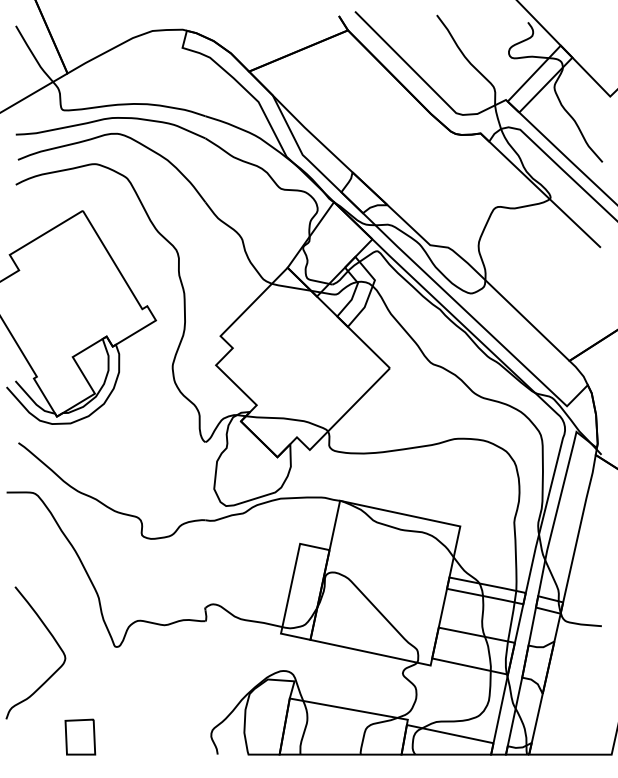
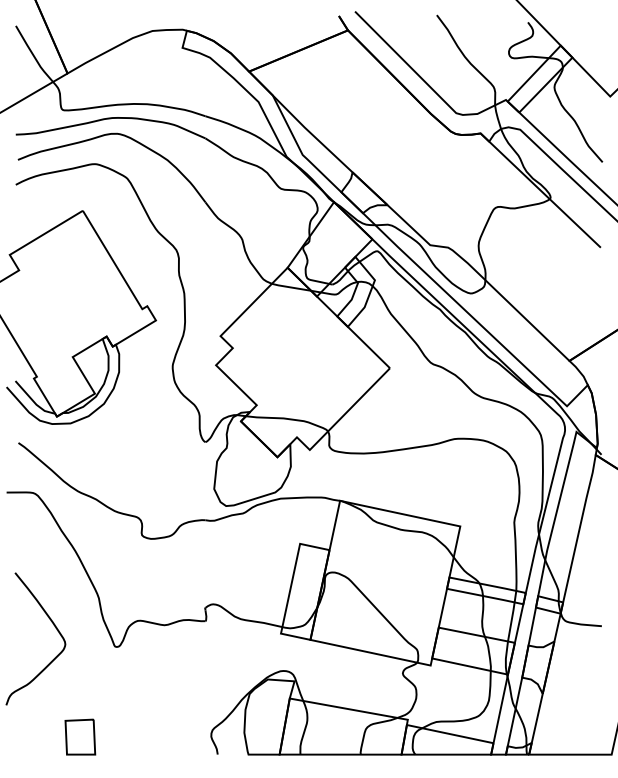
curve at (53, 639) position: (53, 639) -> (53, 625)
